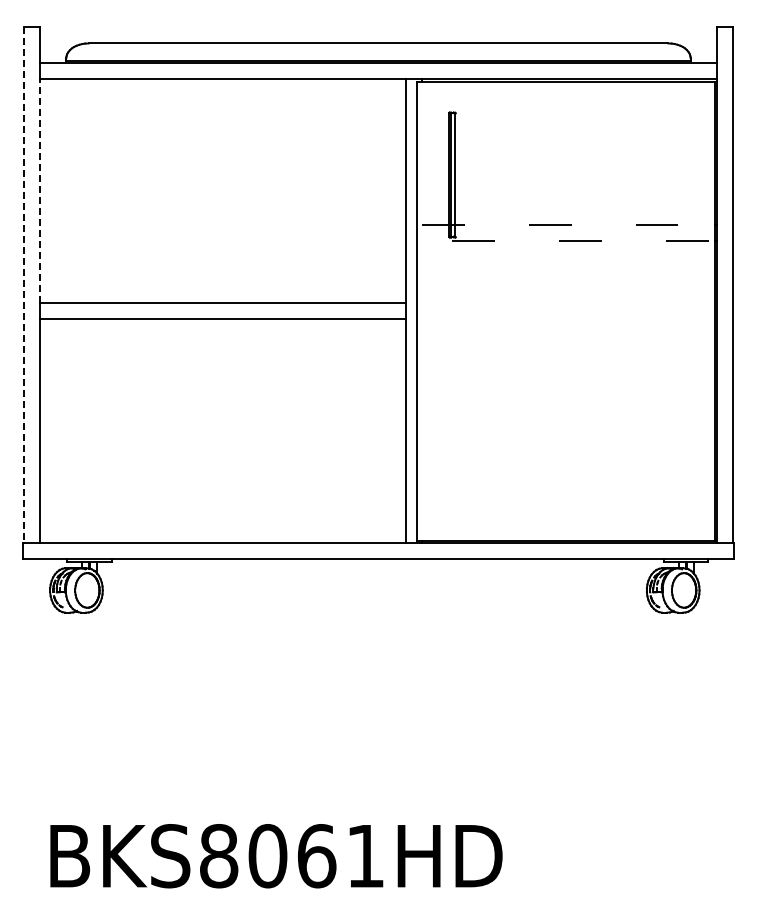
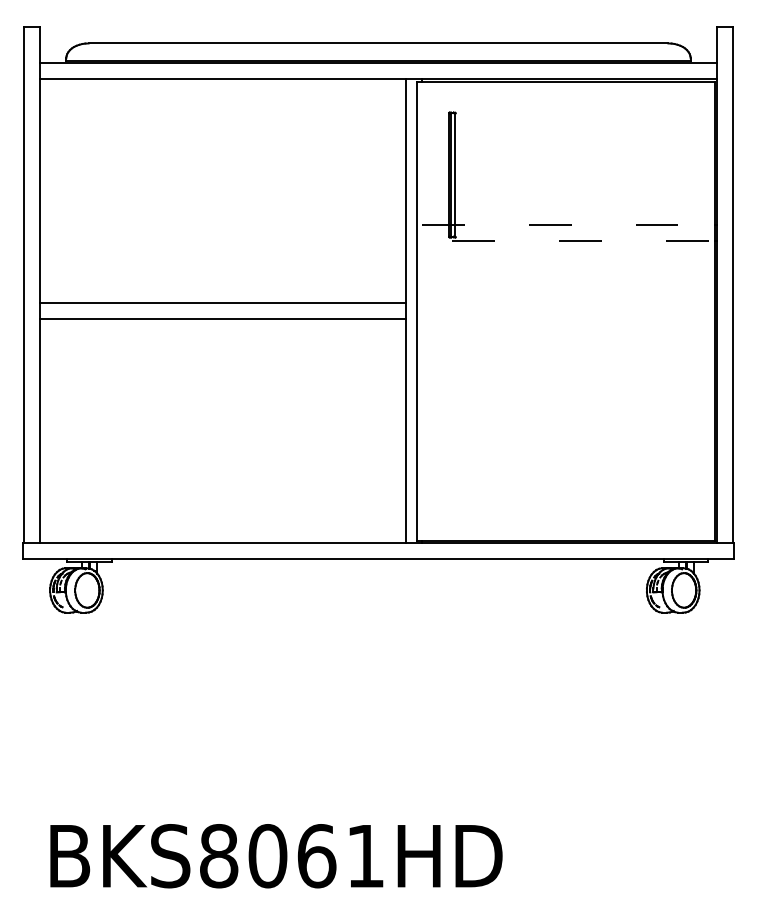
line at (39, 190): dashed -> solid
line at (23, 285): dashed -> solid
